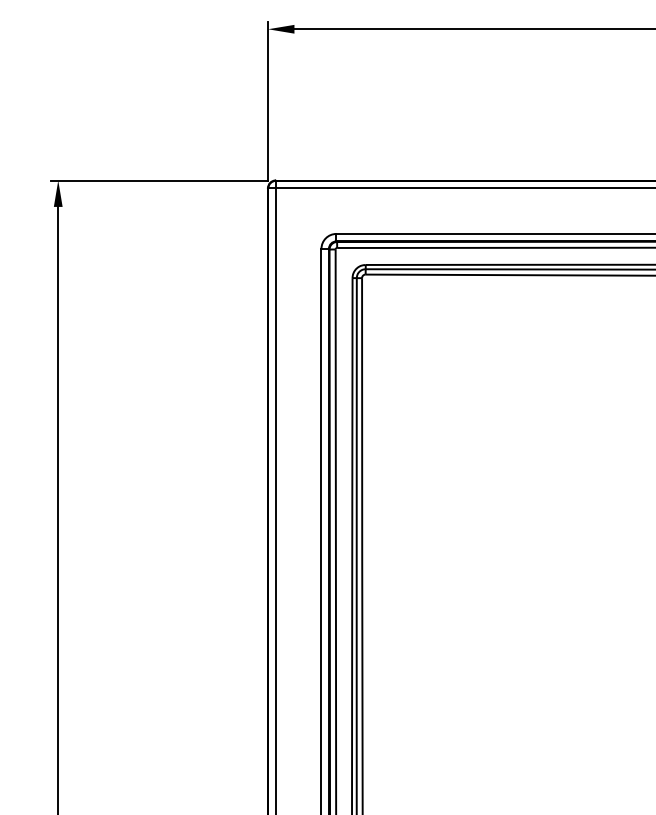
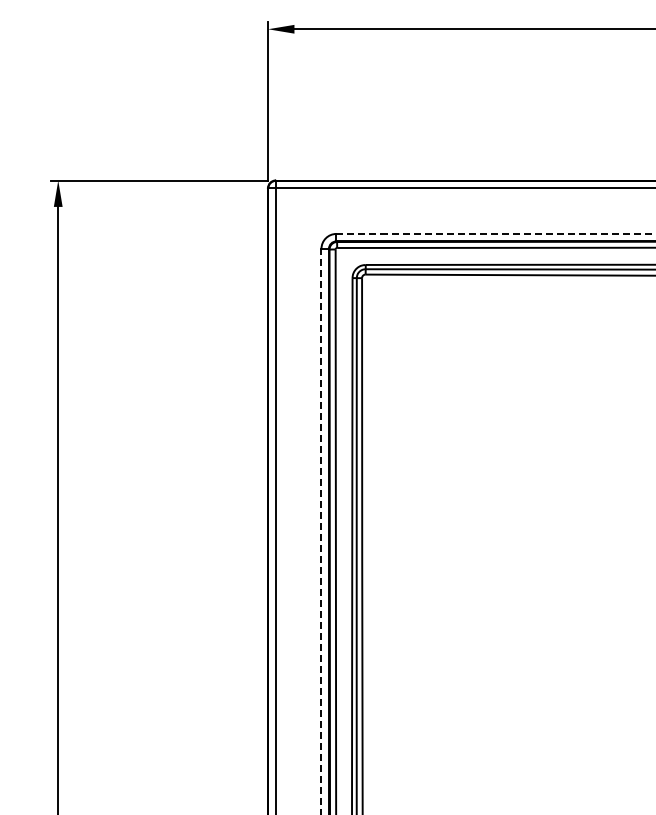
line at (496, 233): solid -> dashed
line at (321, 531): solid -> dashed
